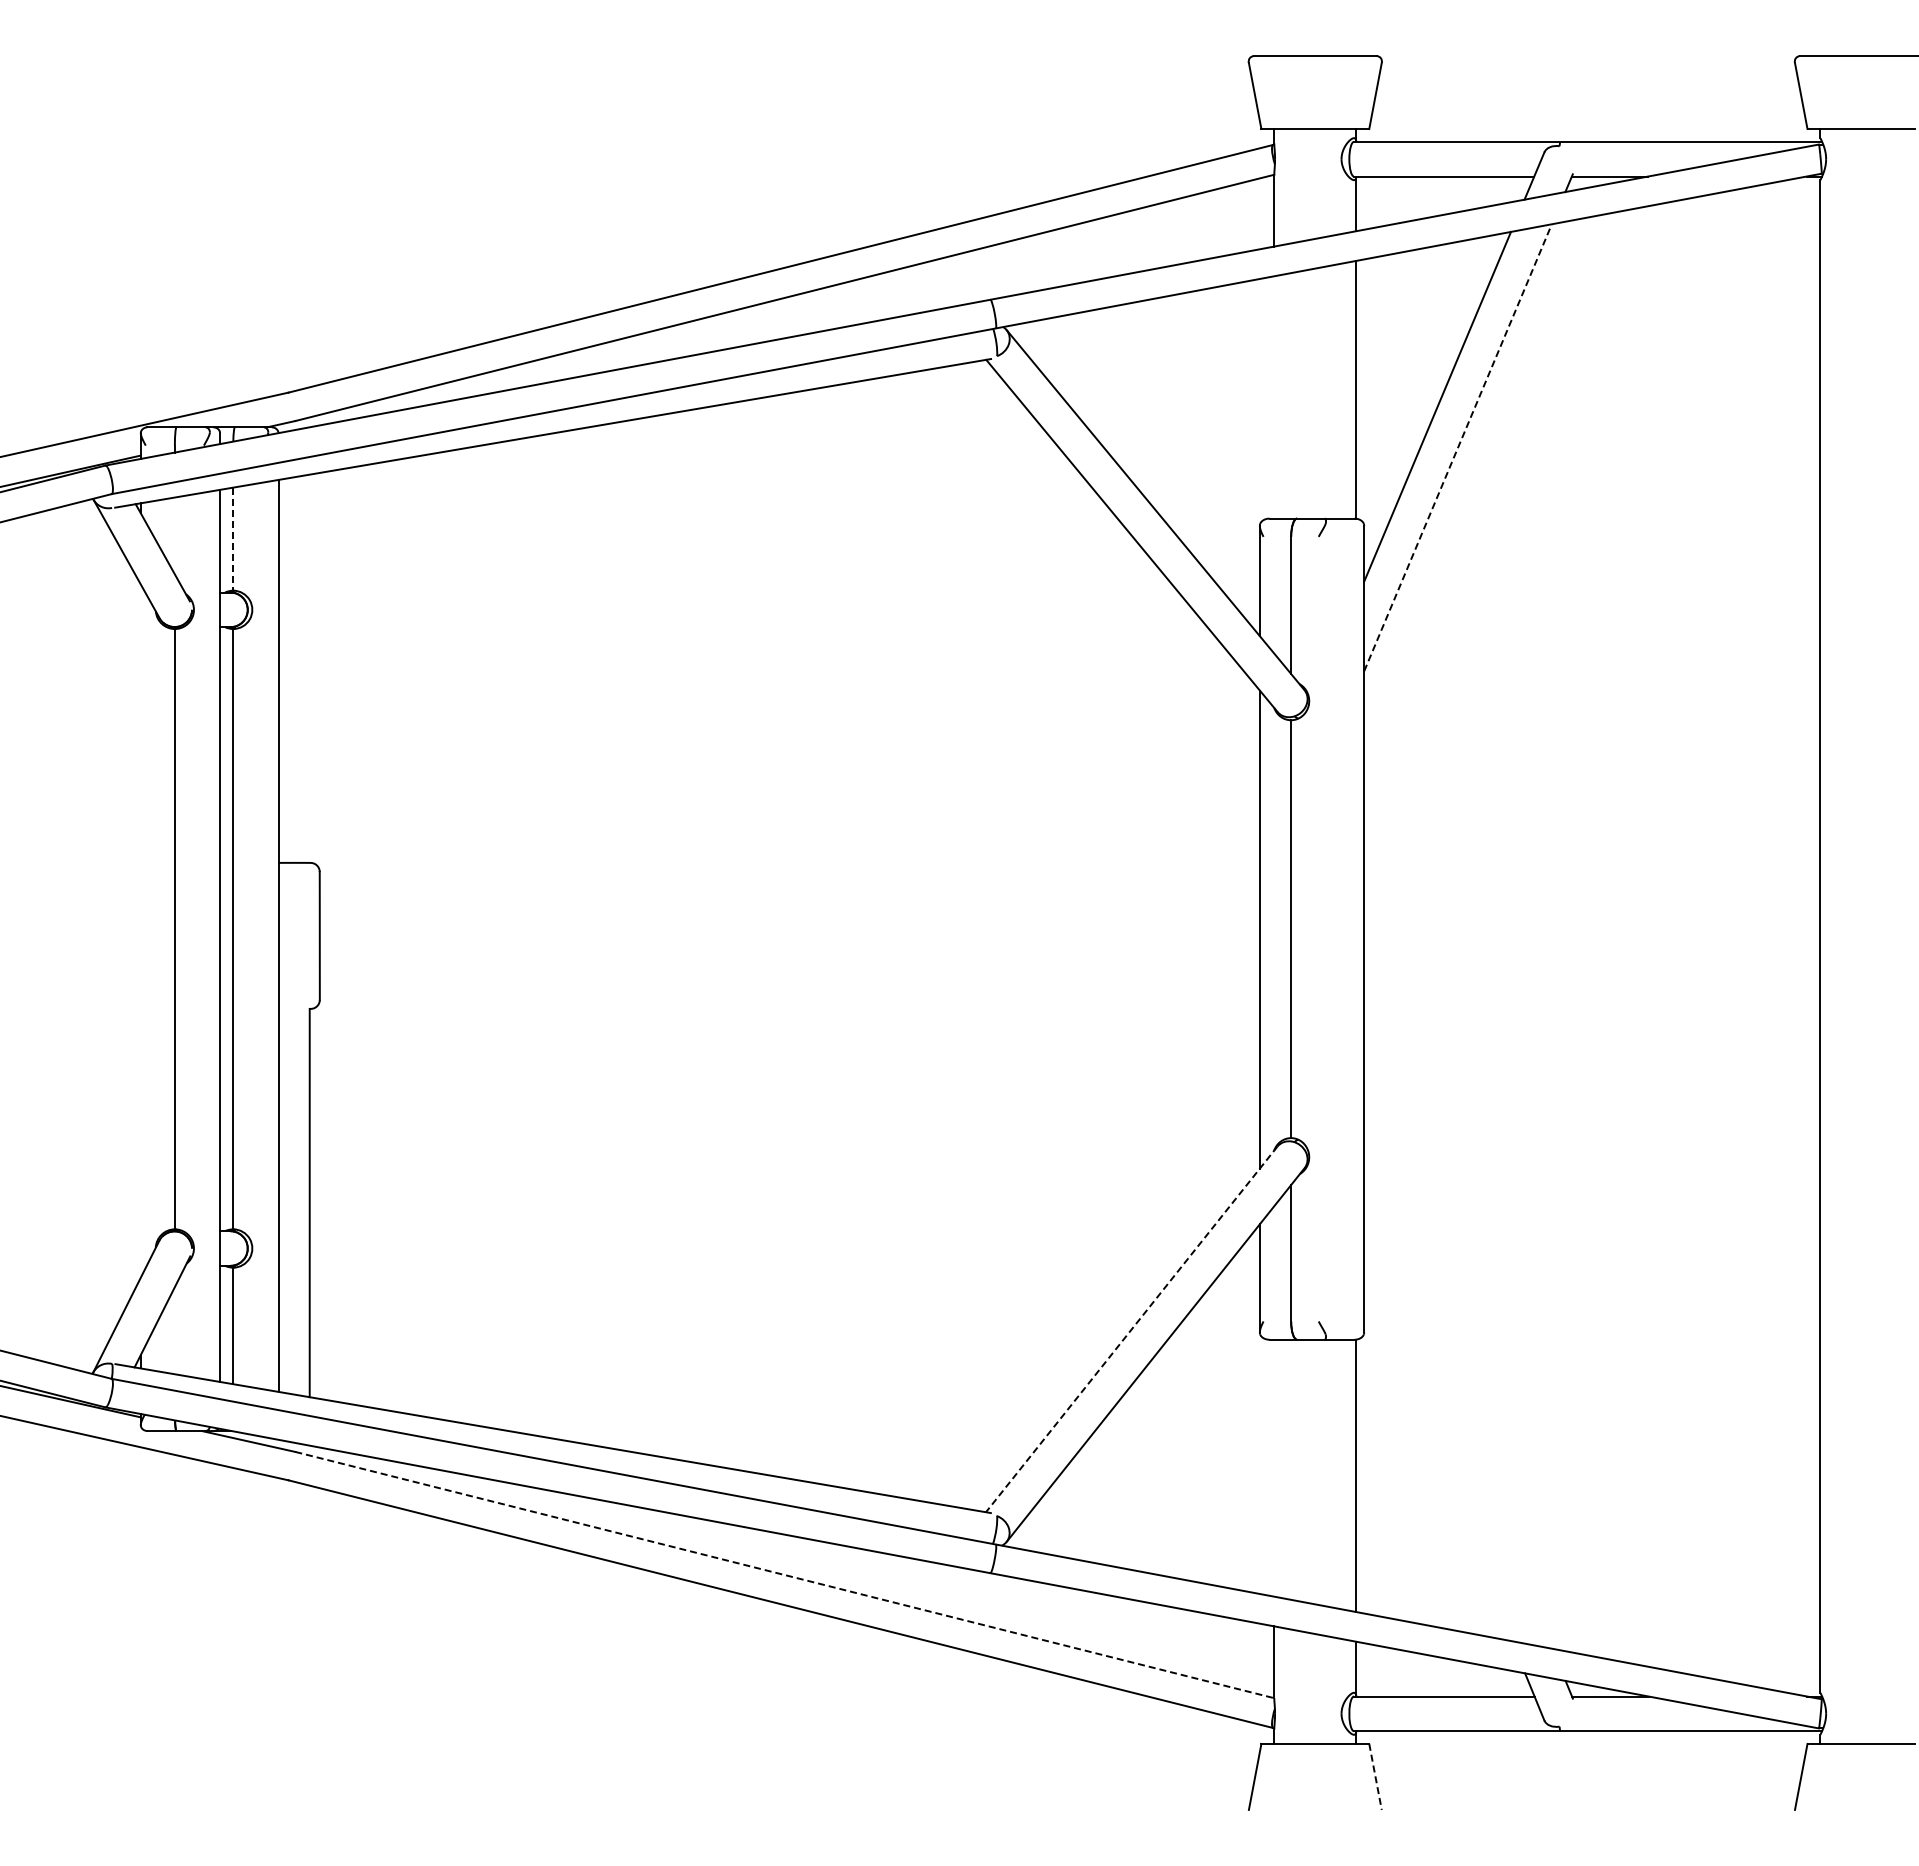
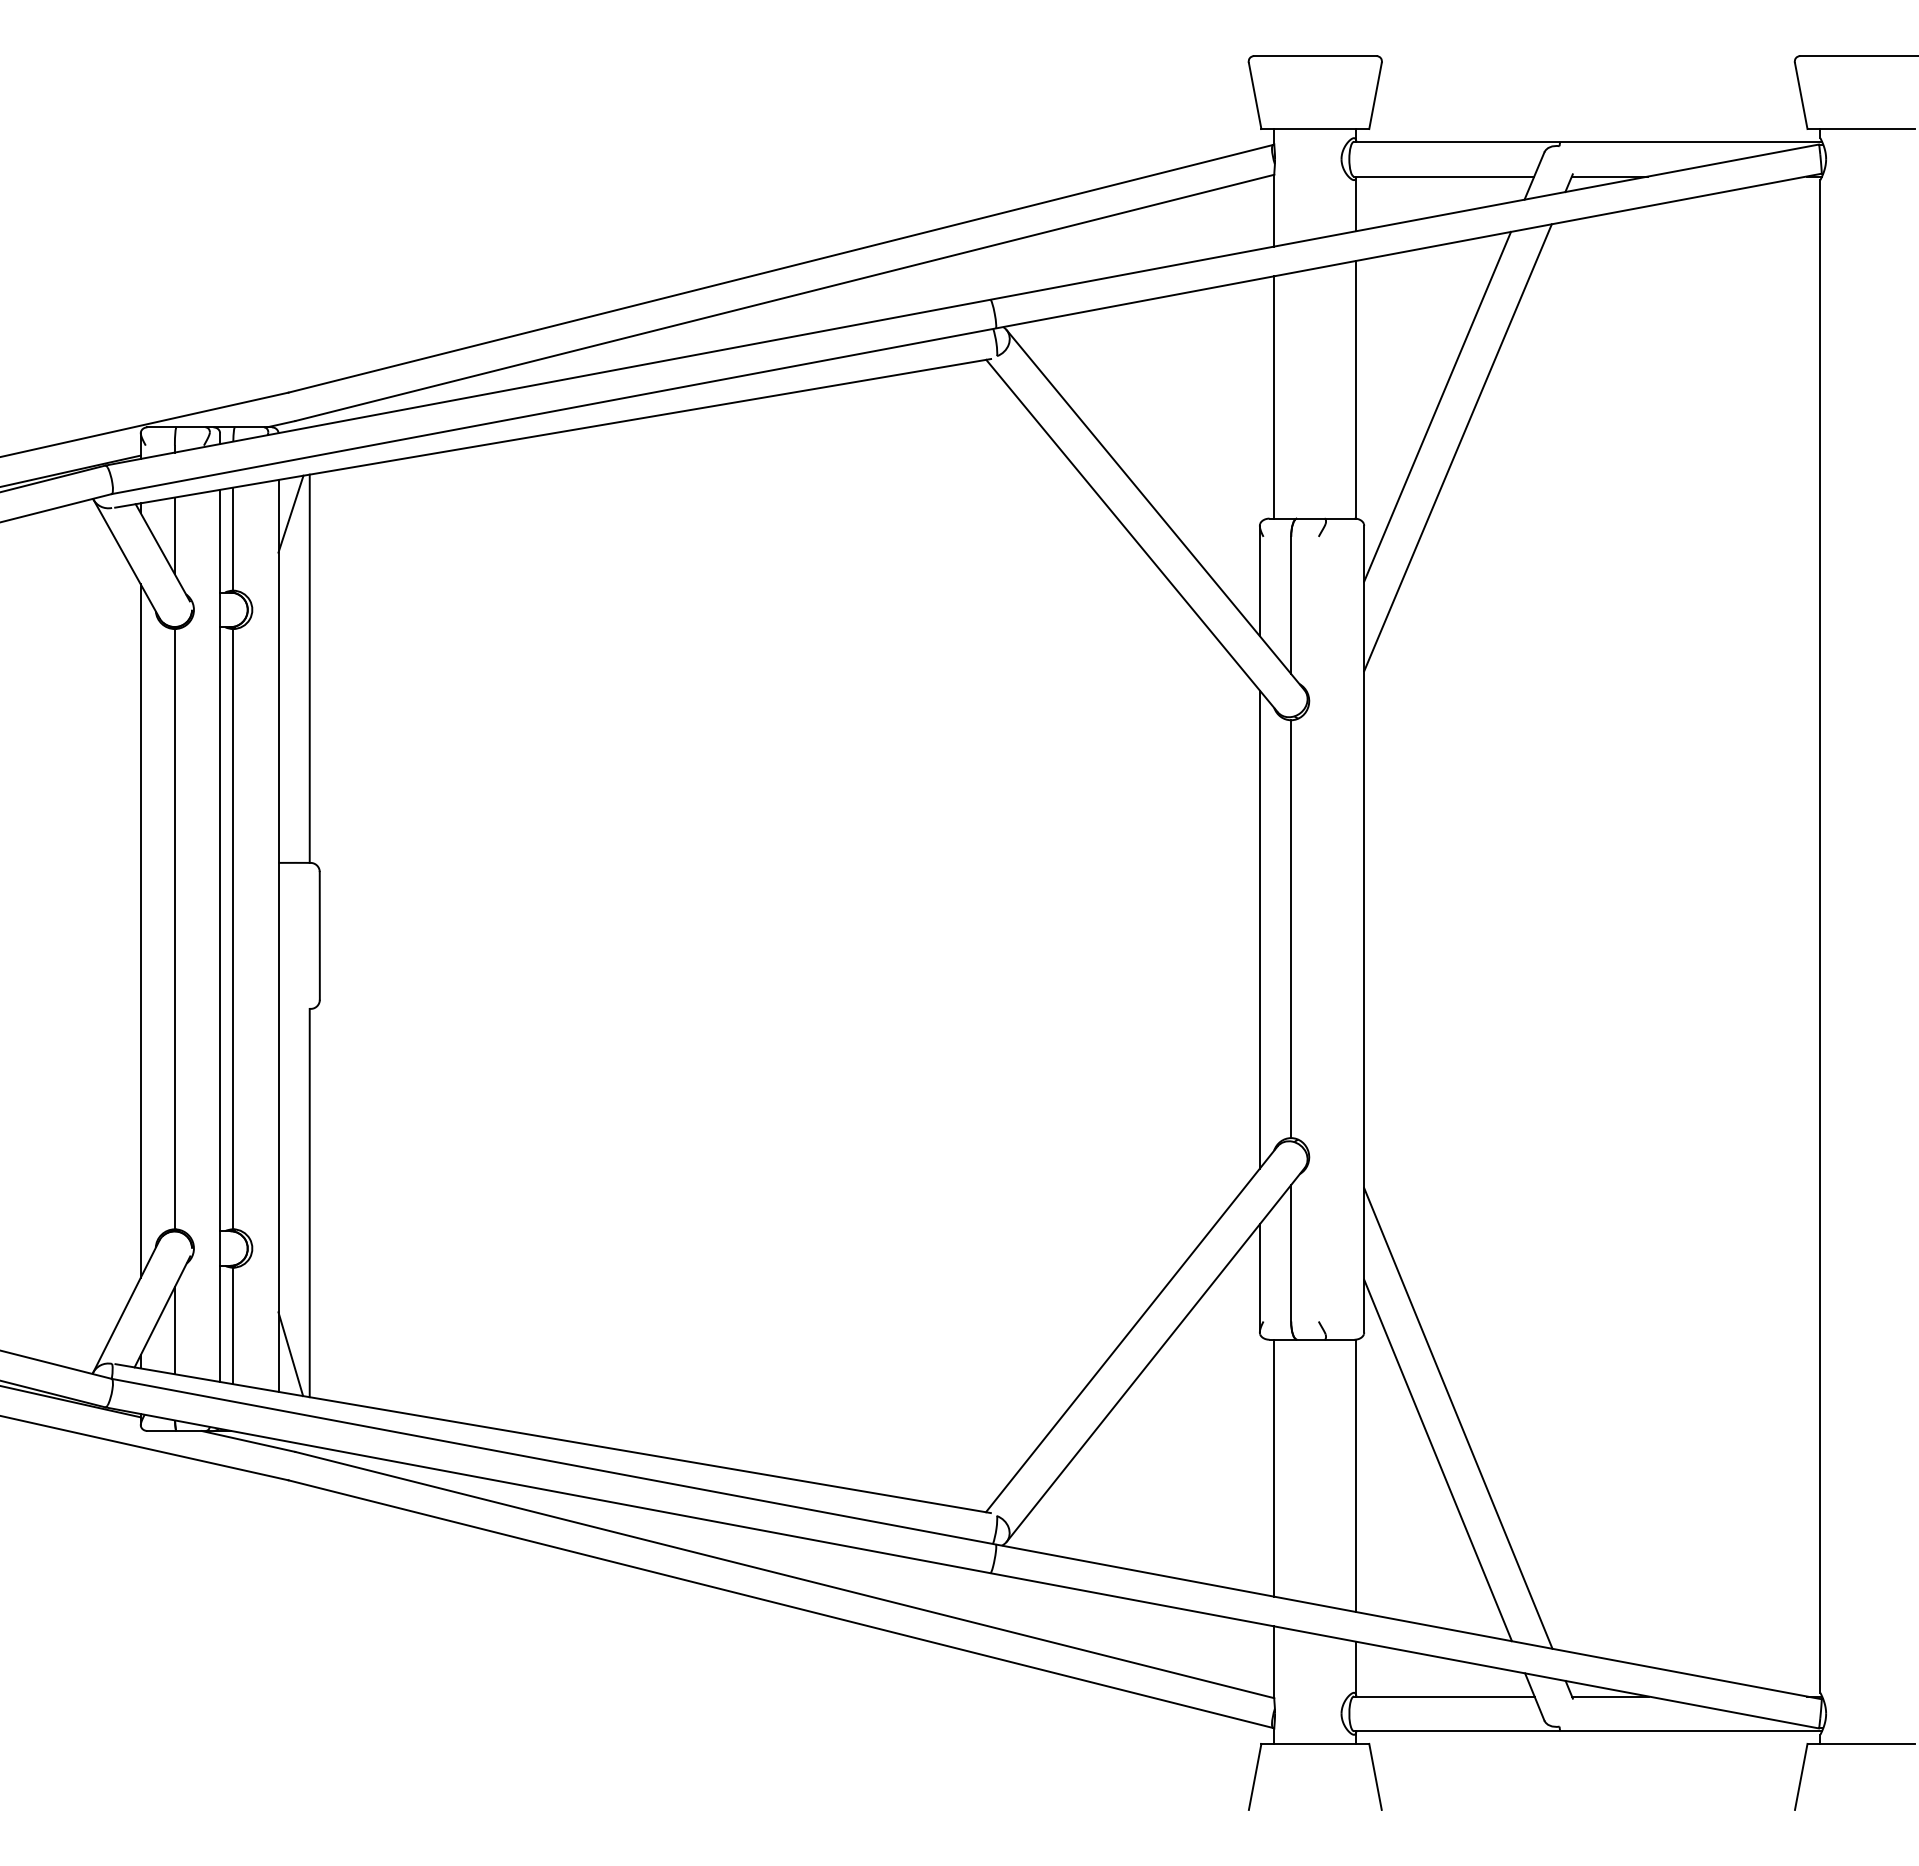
line at (1274, 397): none -> present
line at (1458, 447): dashed -> solid
line at (290, 513): none -> present
line at (174, 535): none -> present
line at (233, 539): dashed -> solid
line at (309, 668): none -> present
line at (140, 930): none -> present
line at (1131, 1329): dashed -> solid
line at (174, 1330): none -> present
line at (290, 1354): none -> present
line at (1458, 1418): none -> present
line at (1437, 1460): none -> present
line at (1274, 1467): none -> present
line at (784, 1575): dashed -> solid
line at (1375, 1776): dashed -> solid
